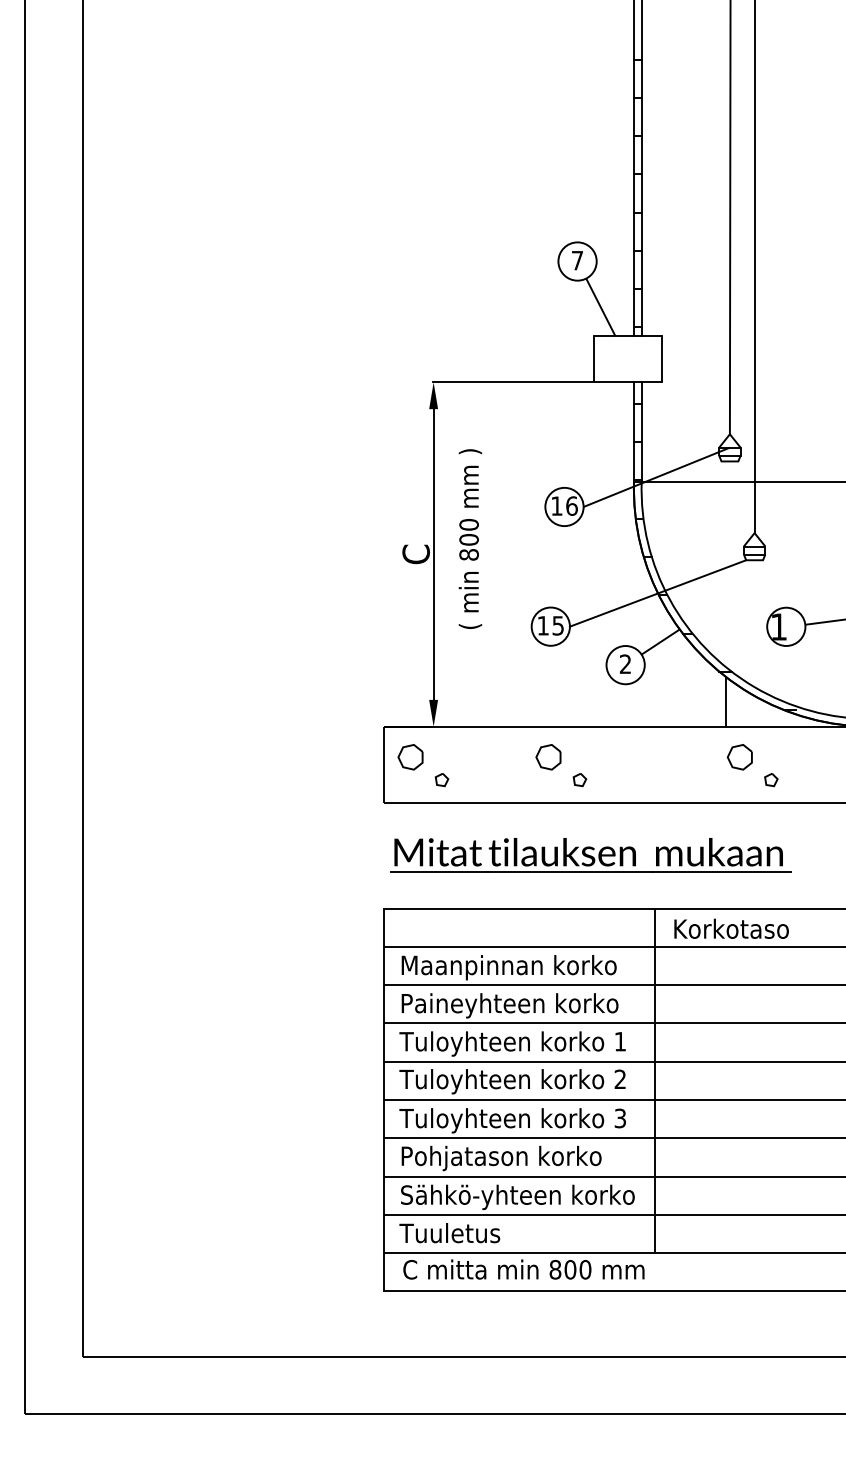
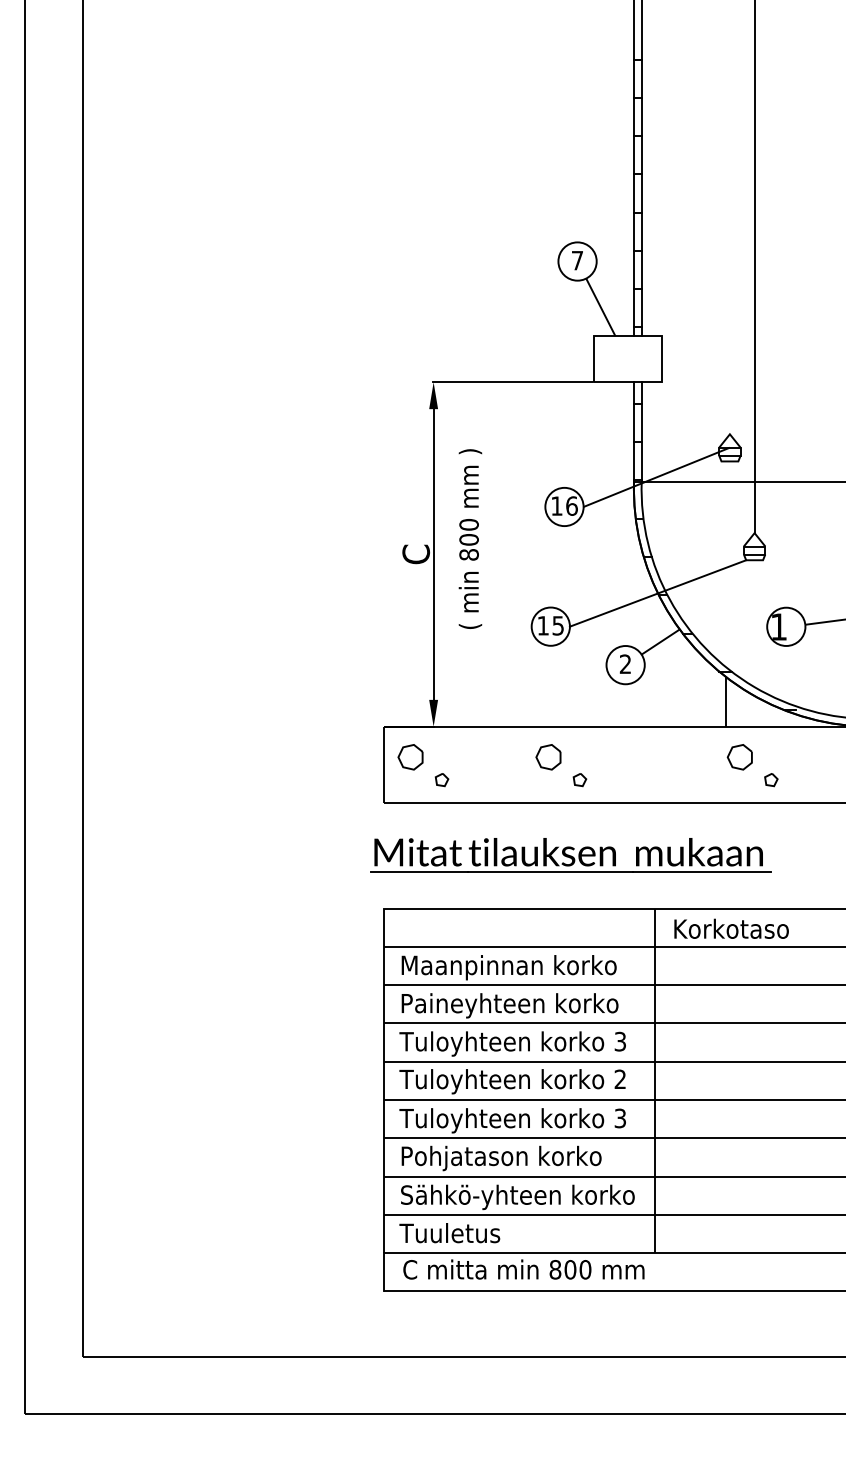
line at (729, 218): present -> none
part at (590, 855) position: (590, 855) -> (570, 855)
text at (619, 1041): 1 -> 3
